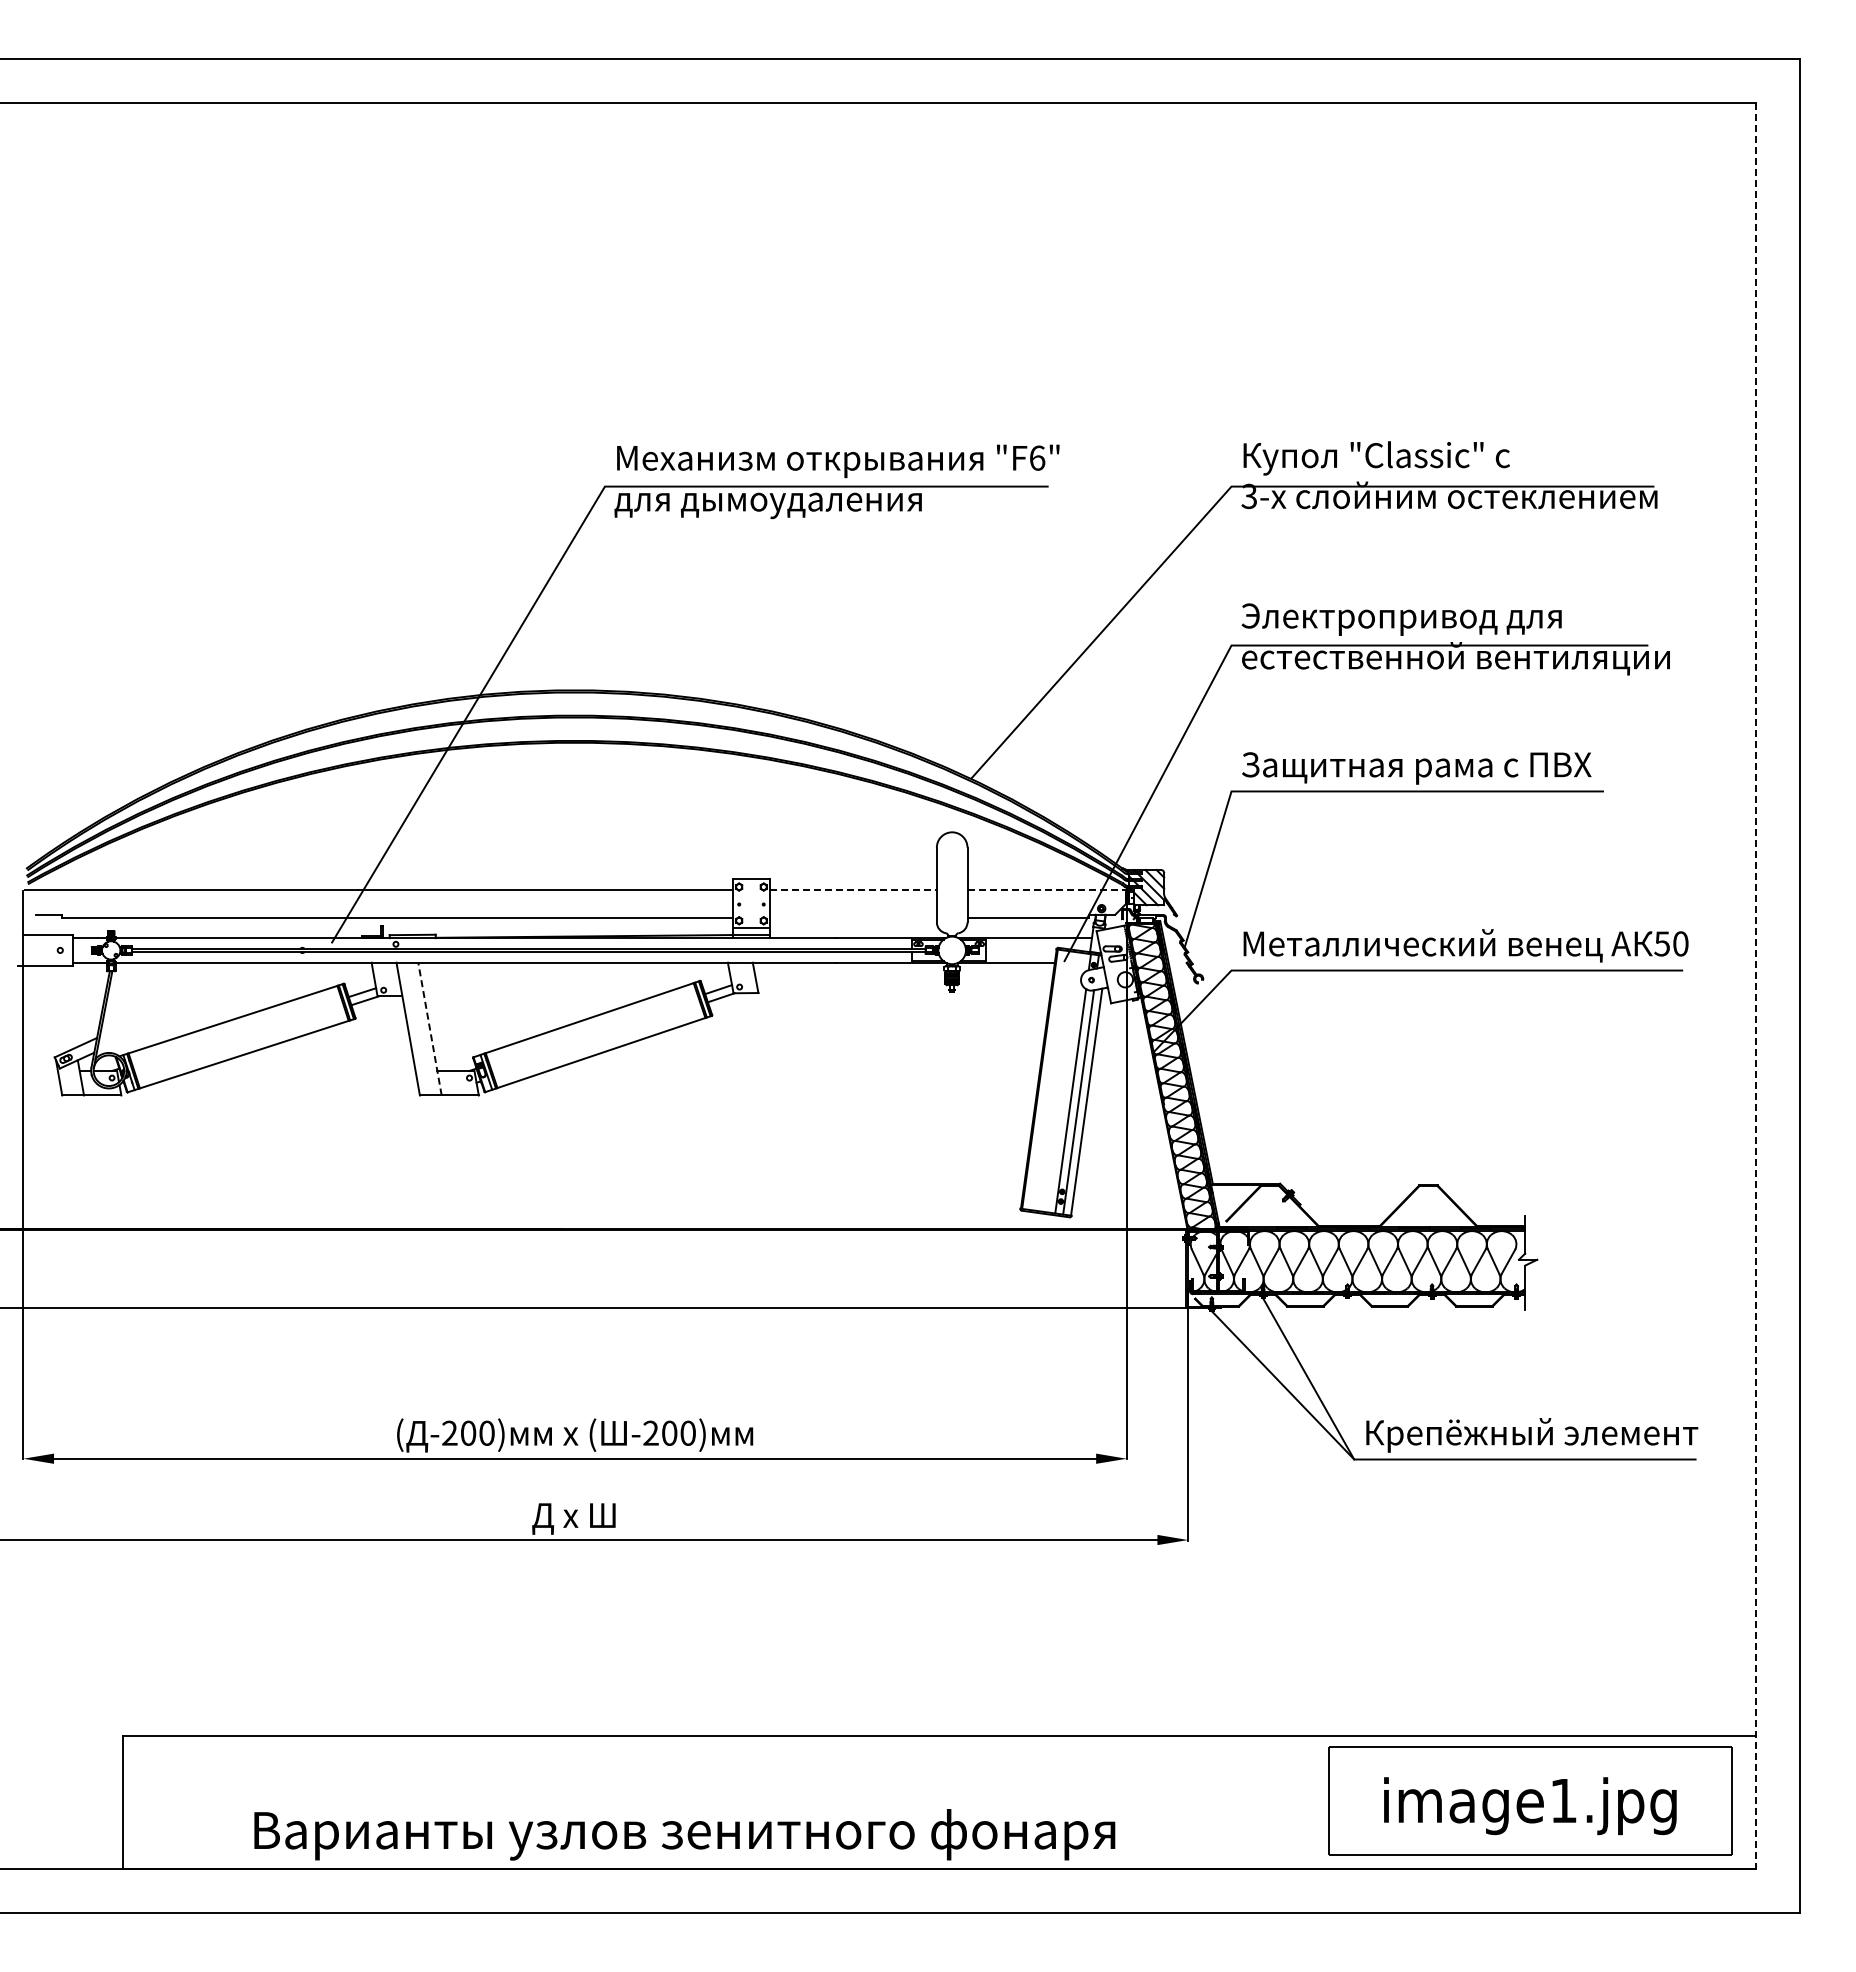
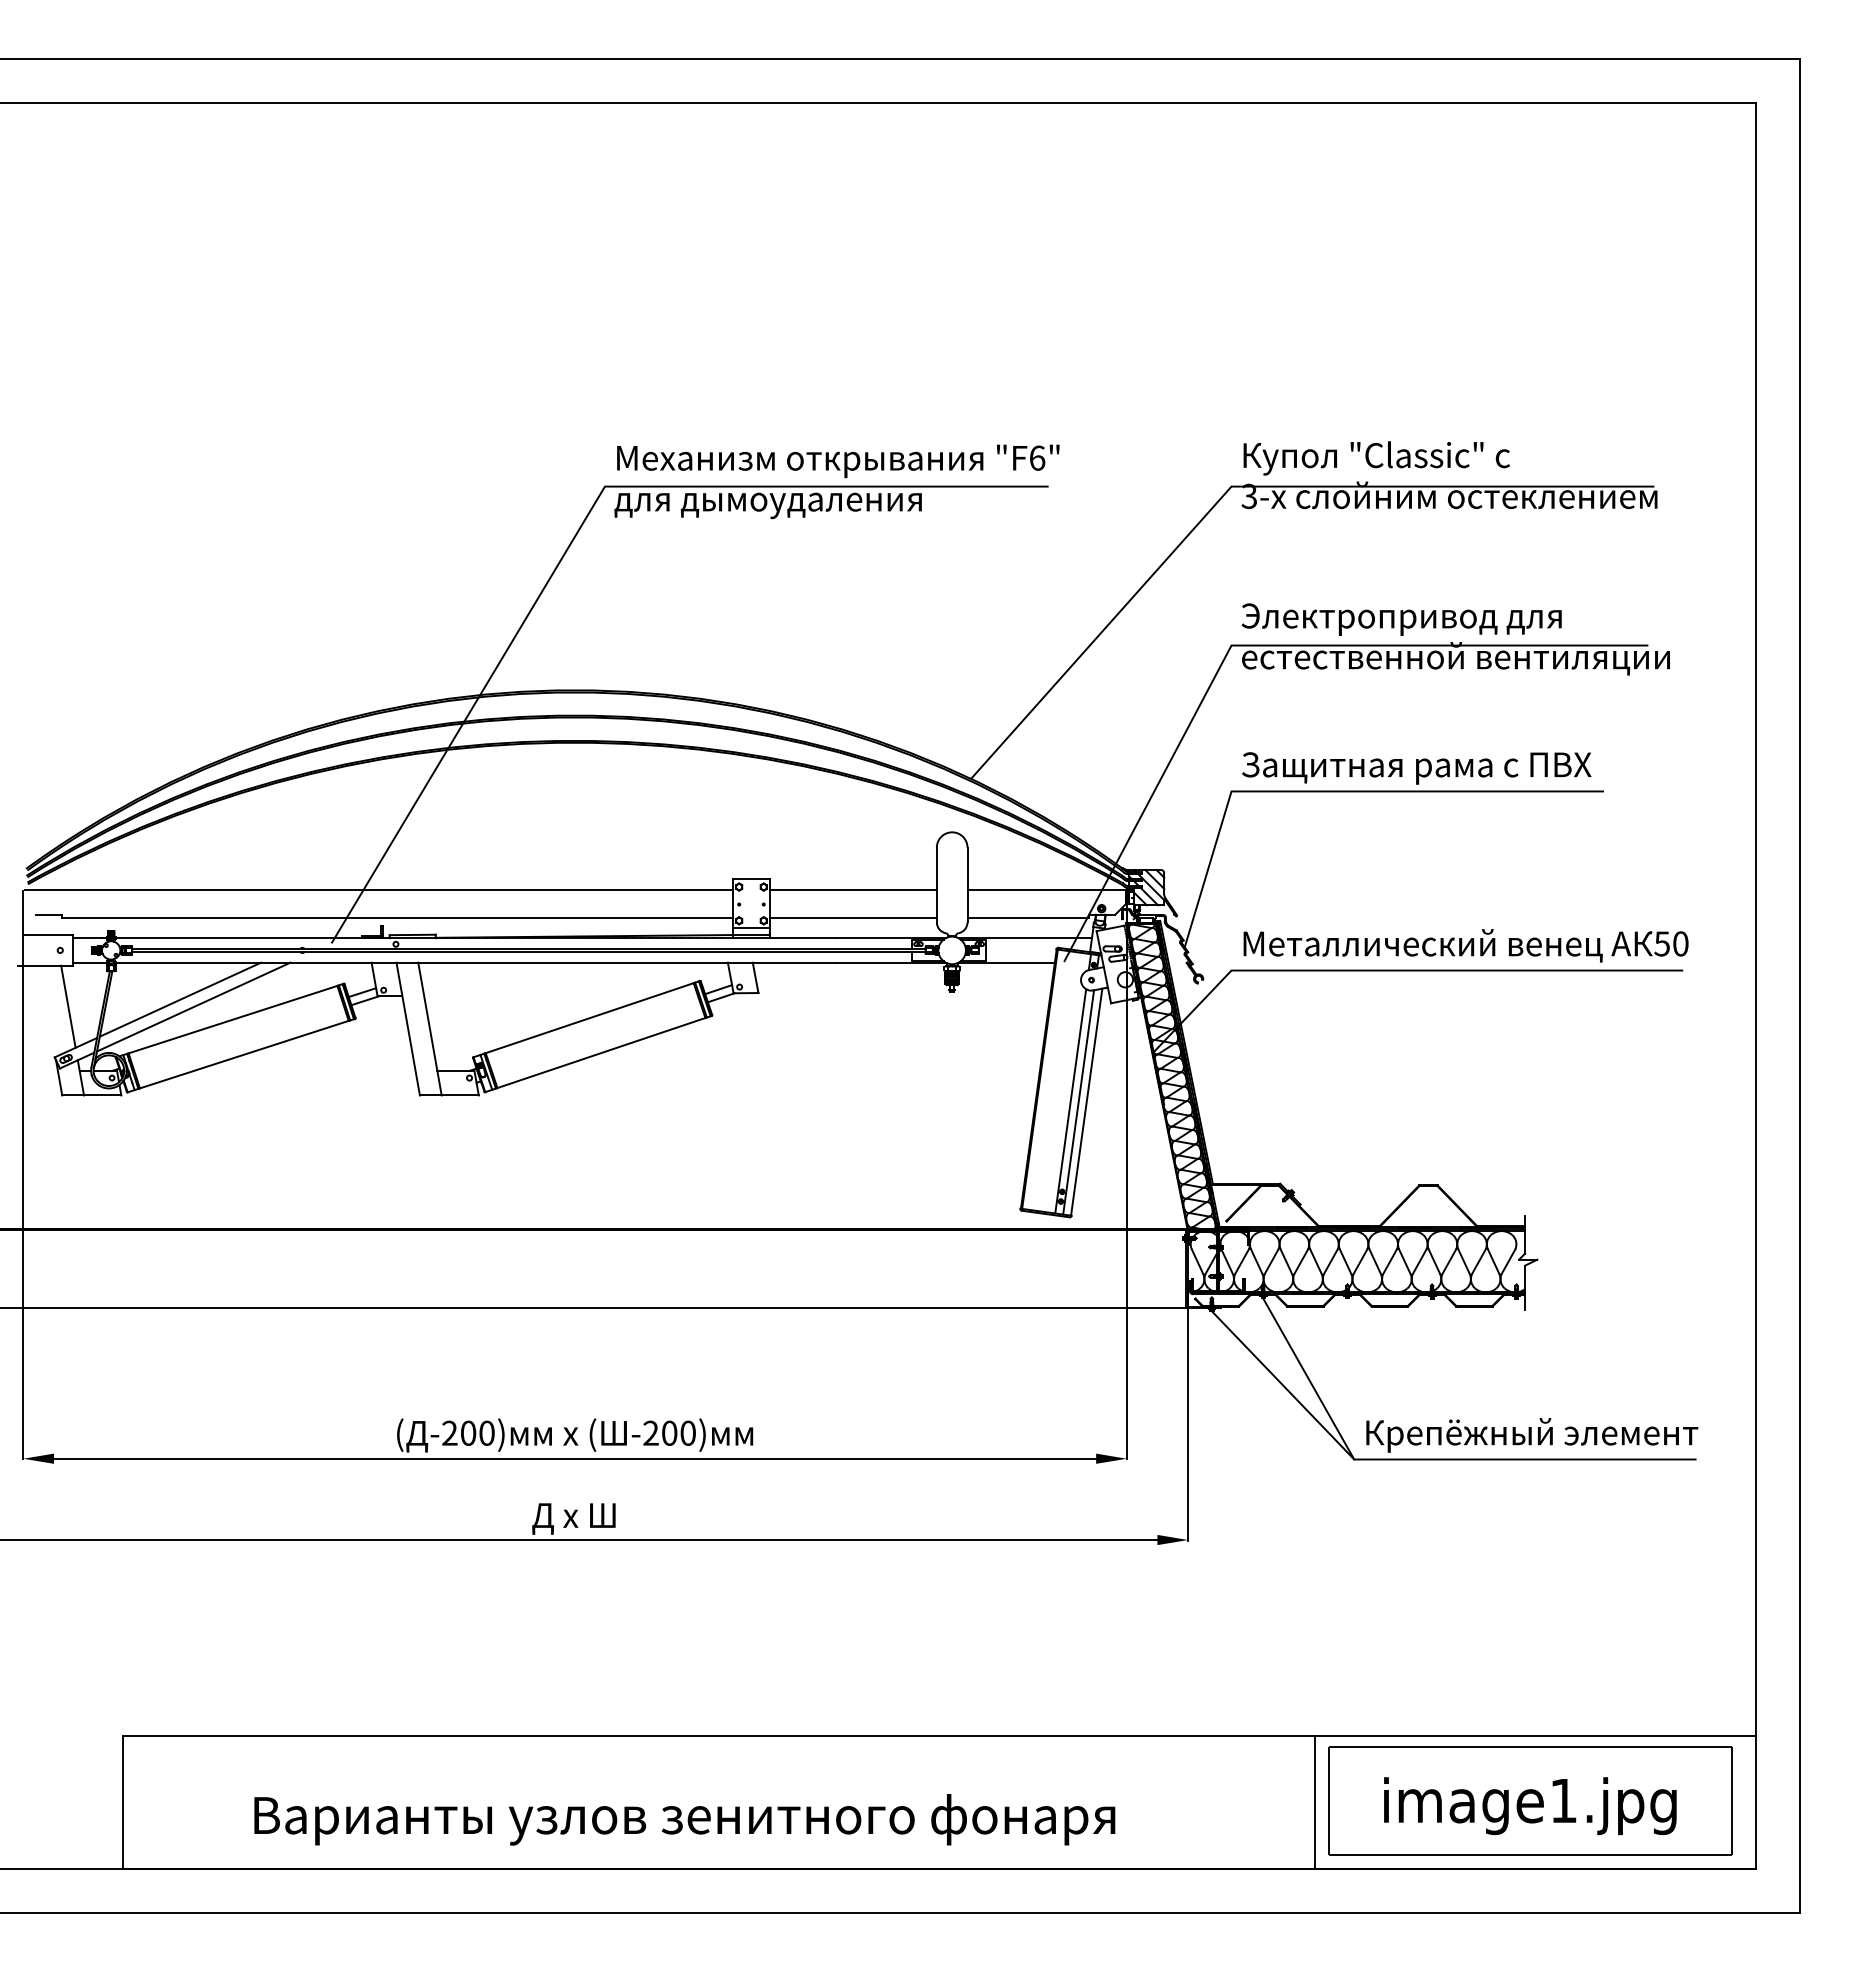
line at (853, 890): dashed -> solid
line at (1047, 890): dashed -> solid
line at (852, 917): none -> present
line at (1756, 985): dashed -> solid
line at (180, 999): none -> present
line at (68, 1006): none -> present
line at (193, 1006): none -> present
line at (429, 1028): dashed -> solid
line at (1314, 1802): none -> present
text at (684, 1834) position: (684, 1834) -> (684, 1819)
